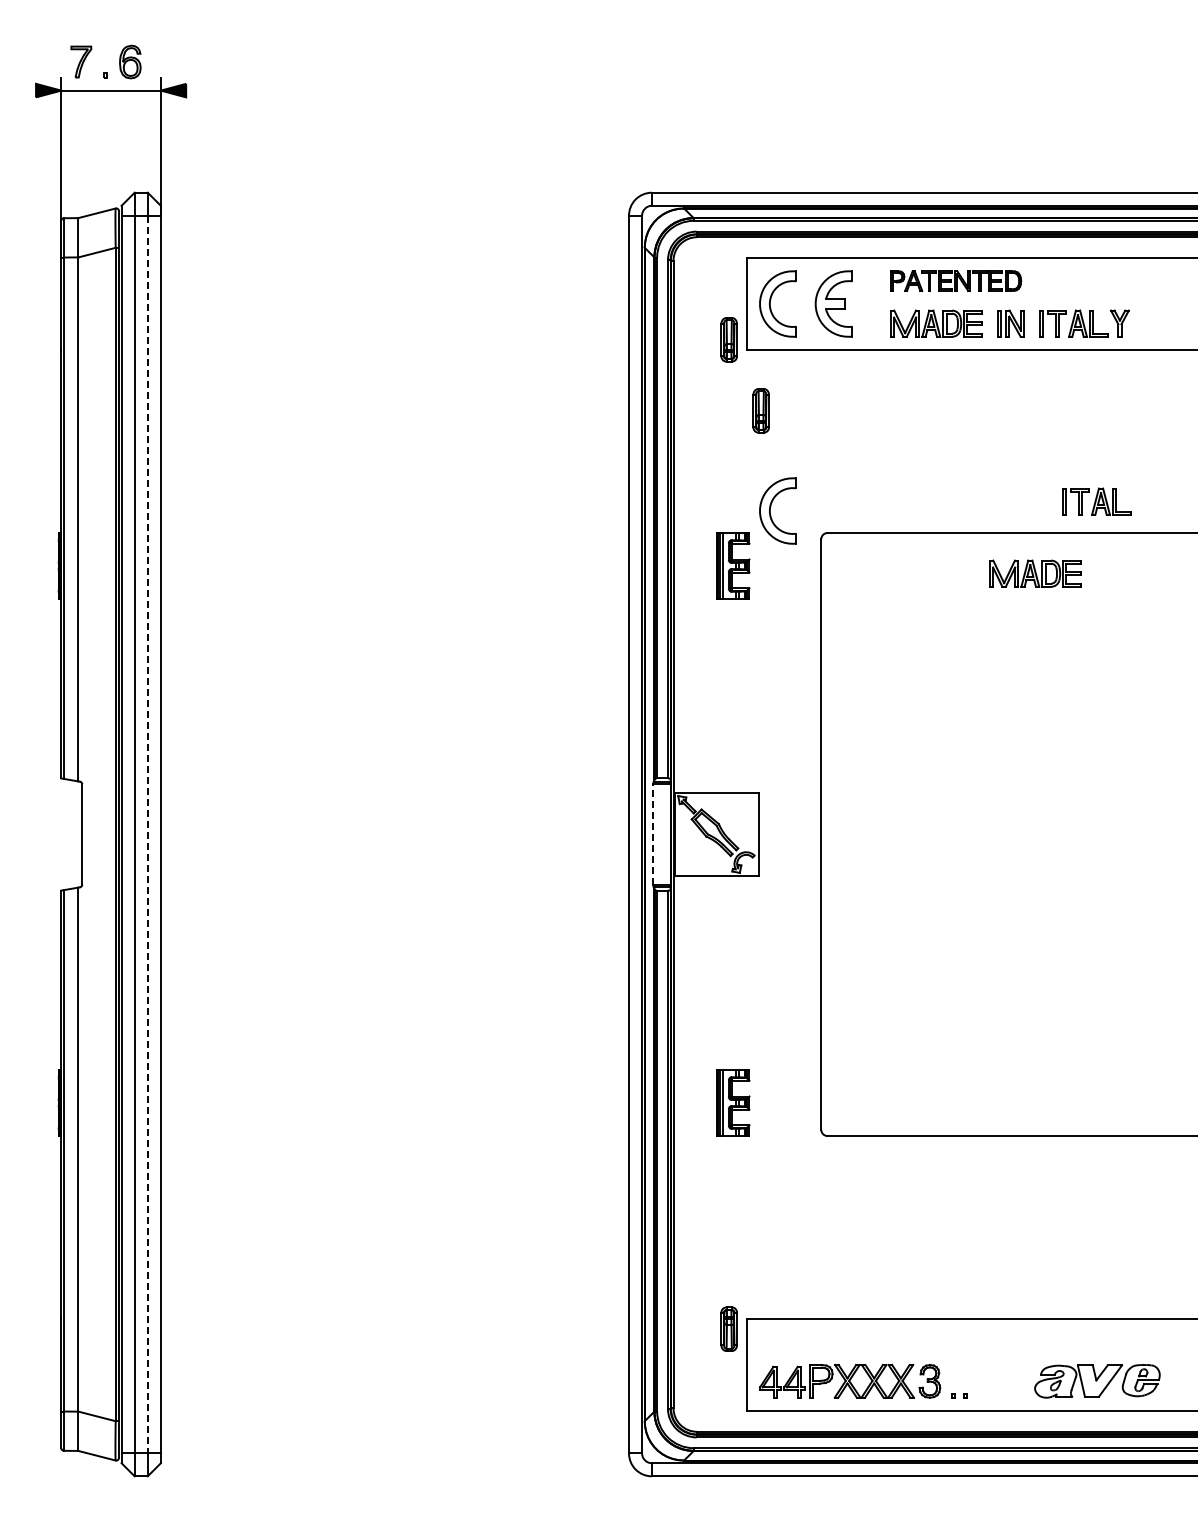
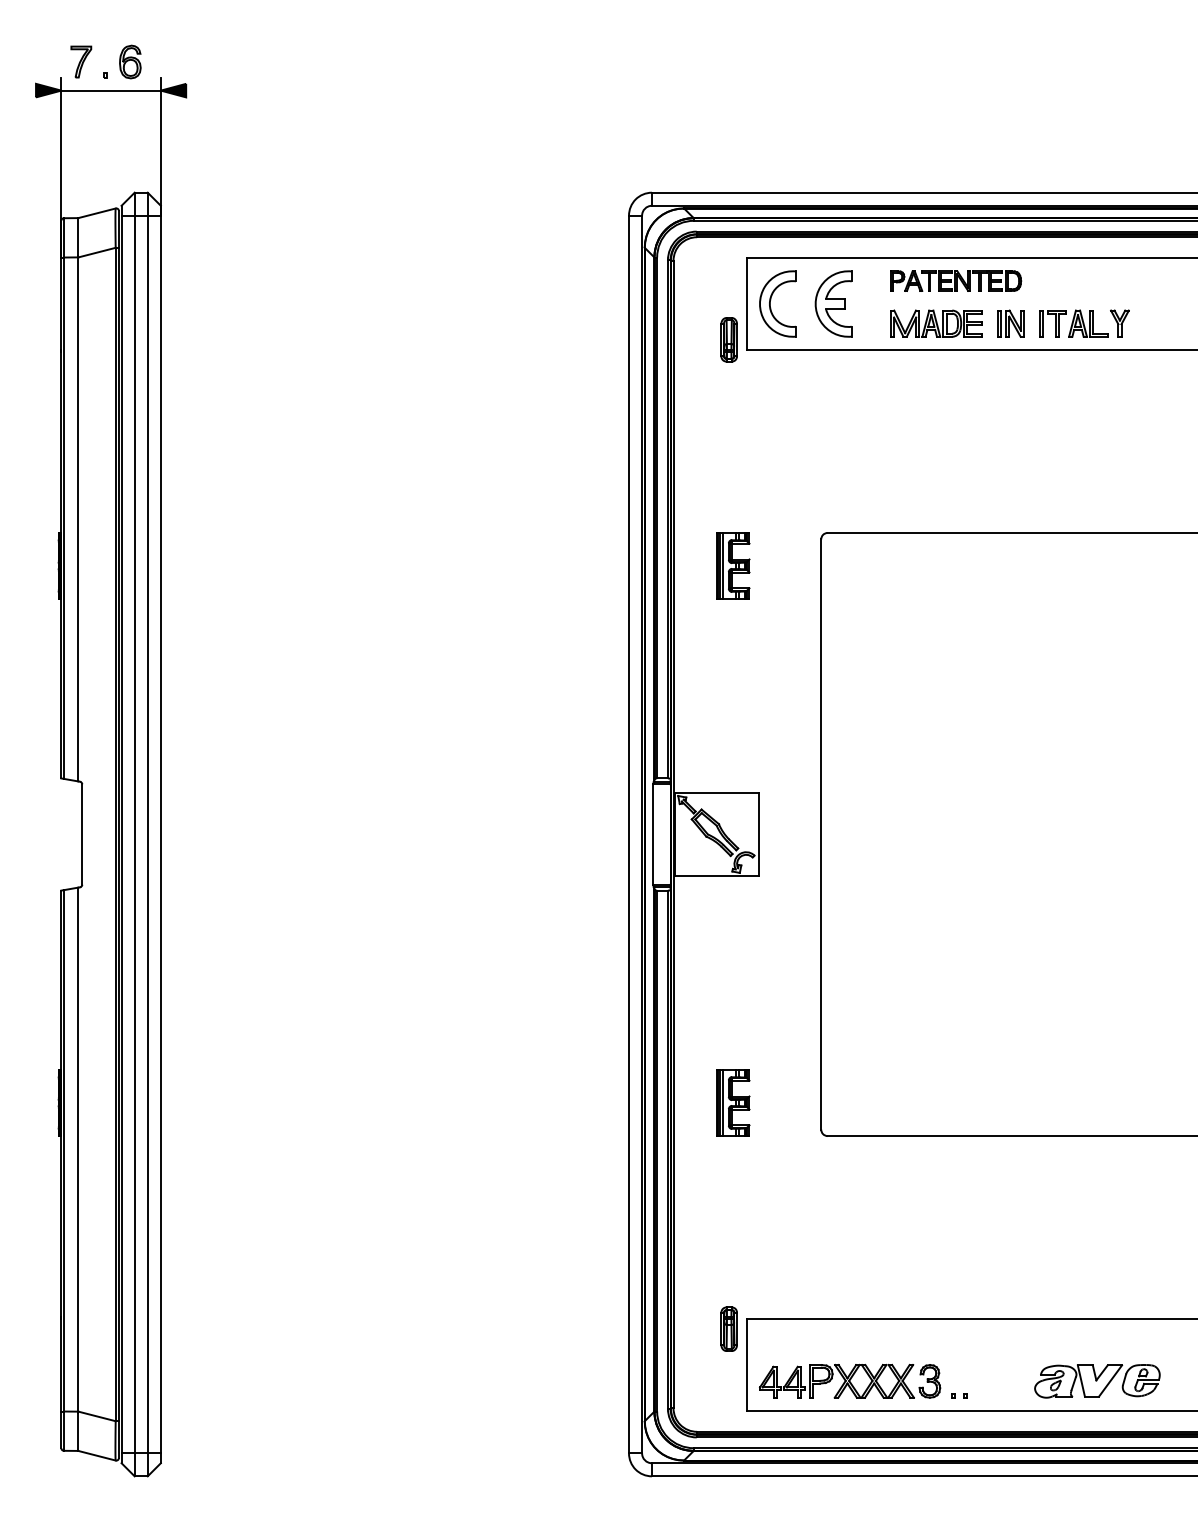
part at (760, 410): present -> none
part at (1096, 501): present -> none
part at (770, 510): present -> none
part at (1035, 573): present -> none
line at (147, 834): dashed -> solid
line at (653, 834): dashed -> solid
